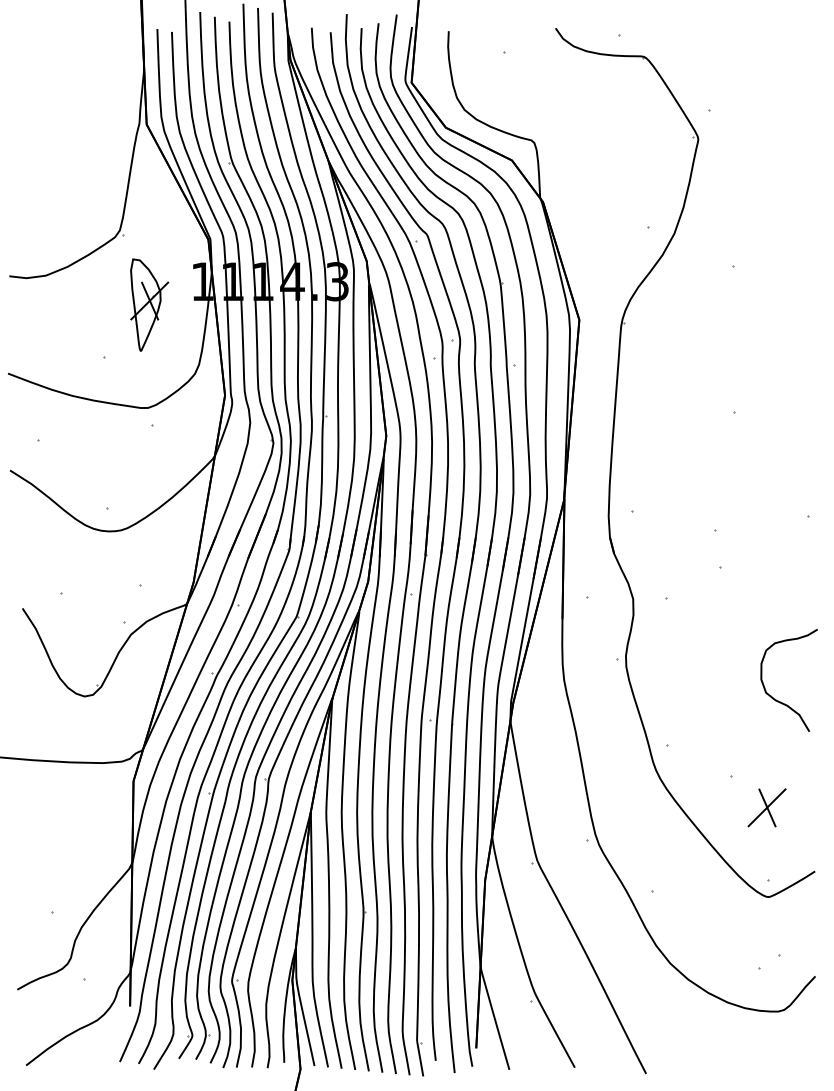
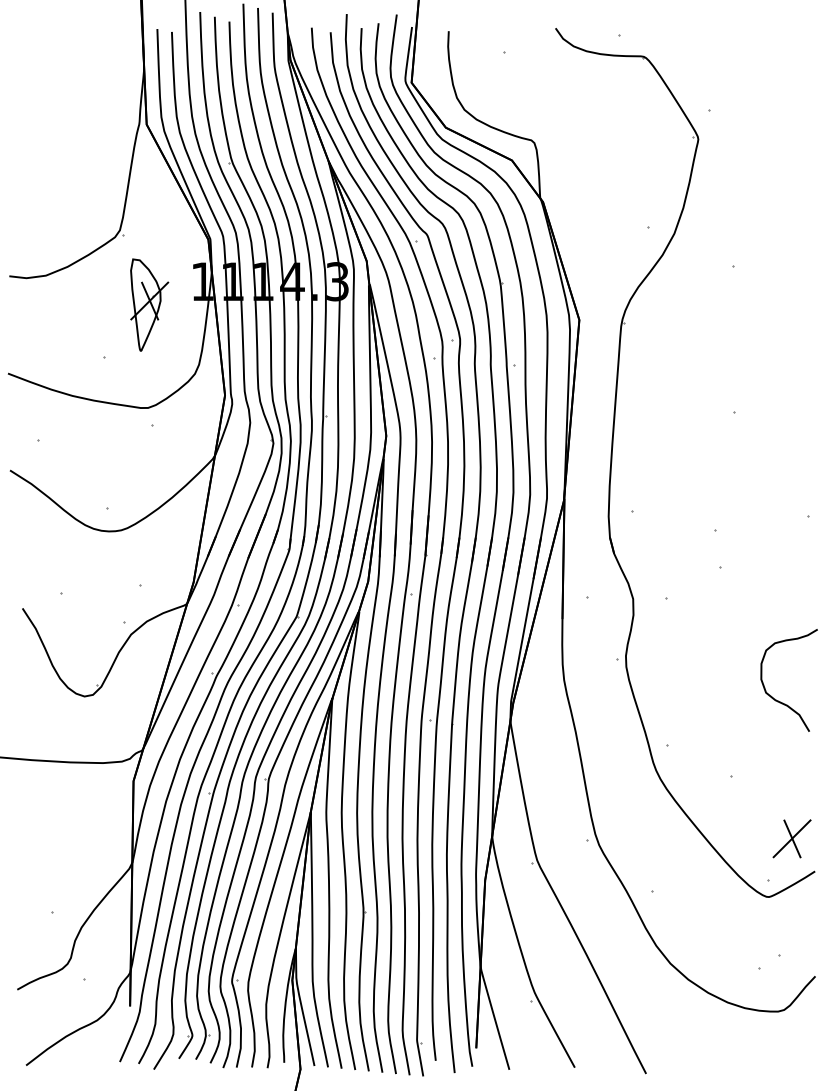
part at (766, 807) position: (766, 807) -> (791, 838)
